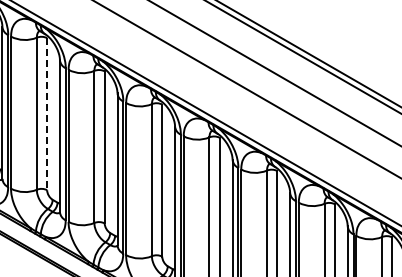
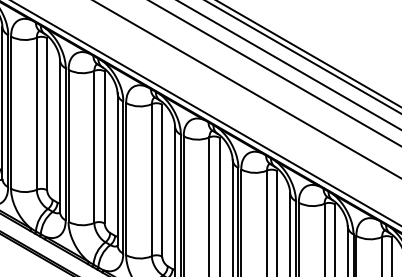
line at (289, 65): none -> present
line at (47, 114): dashed -> solid
